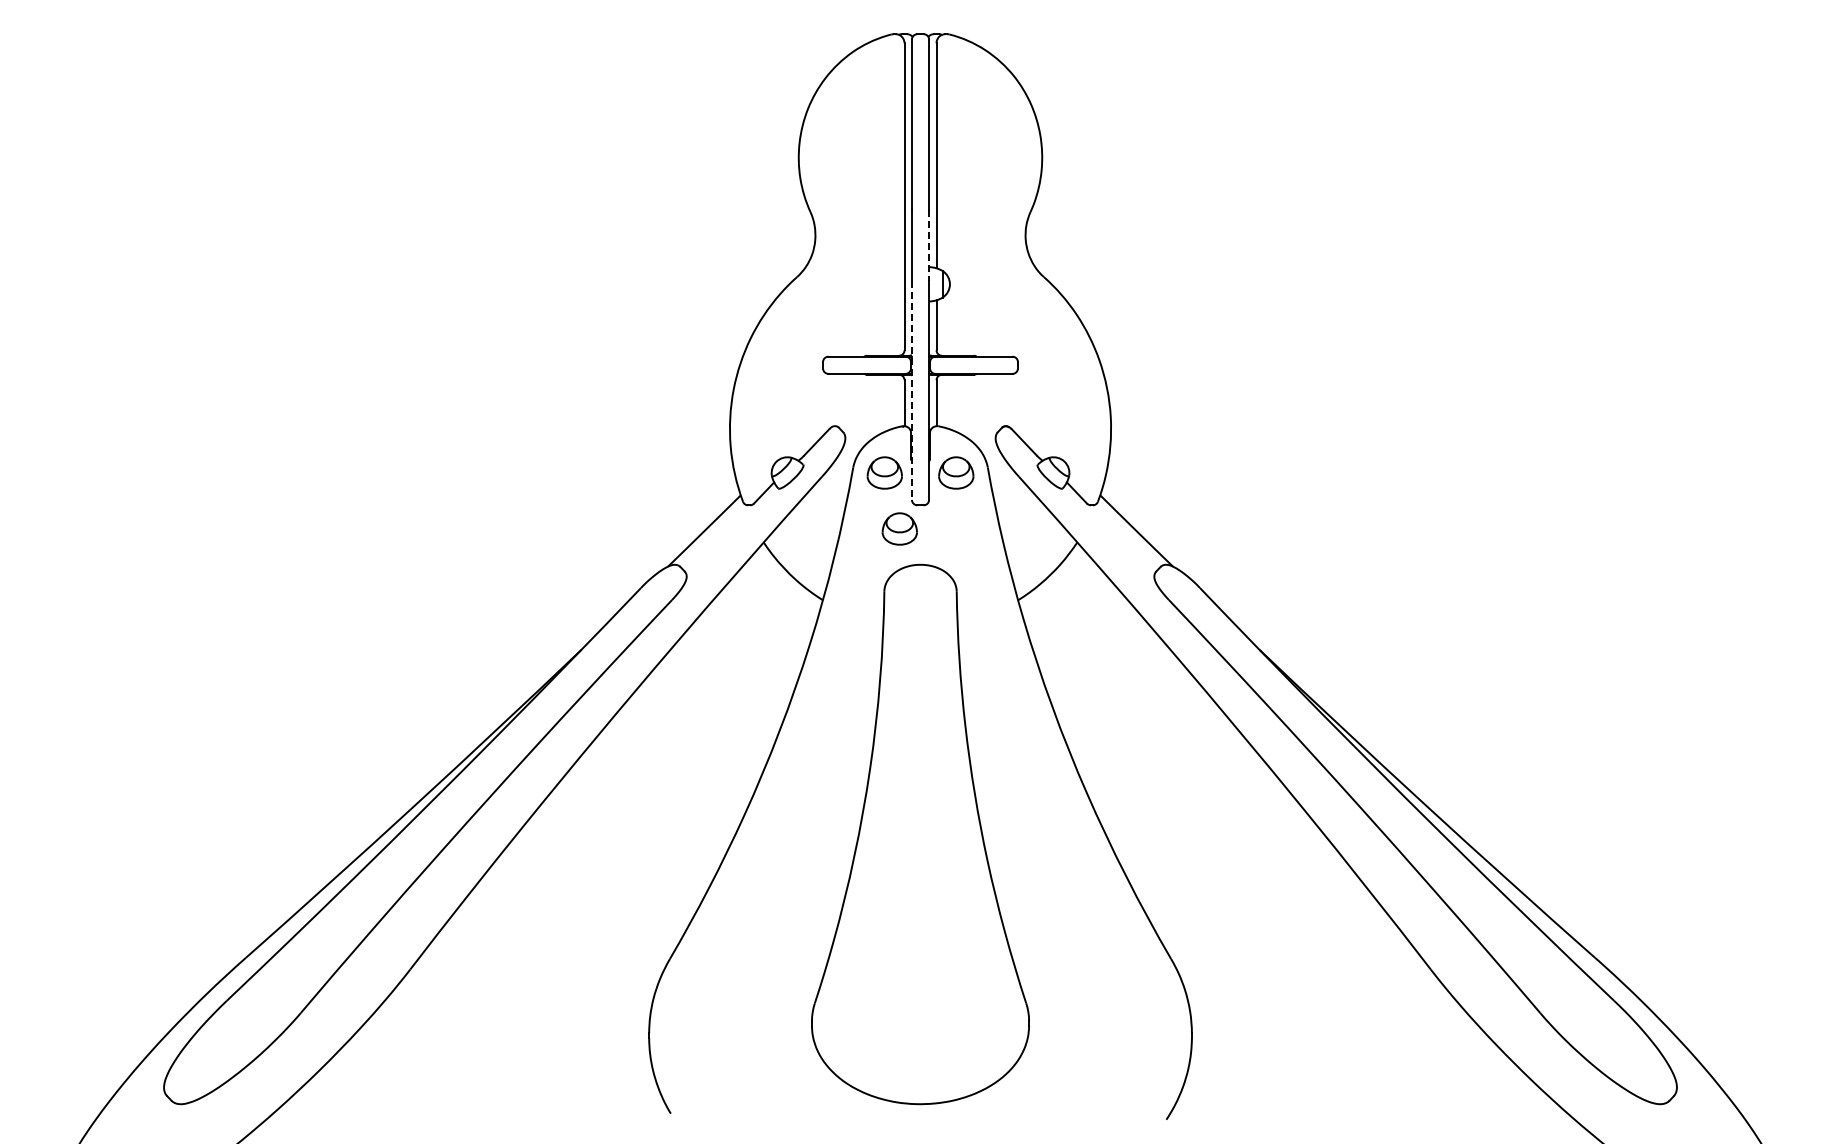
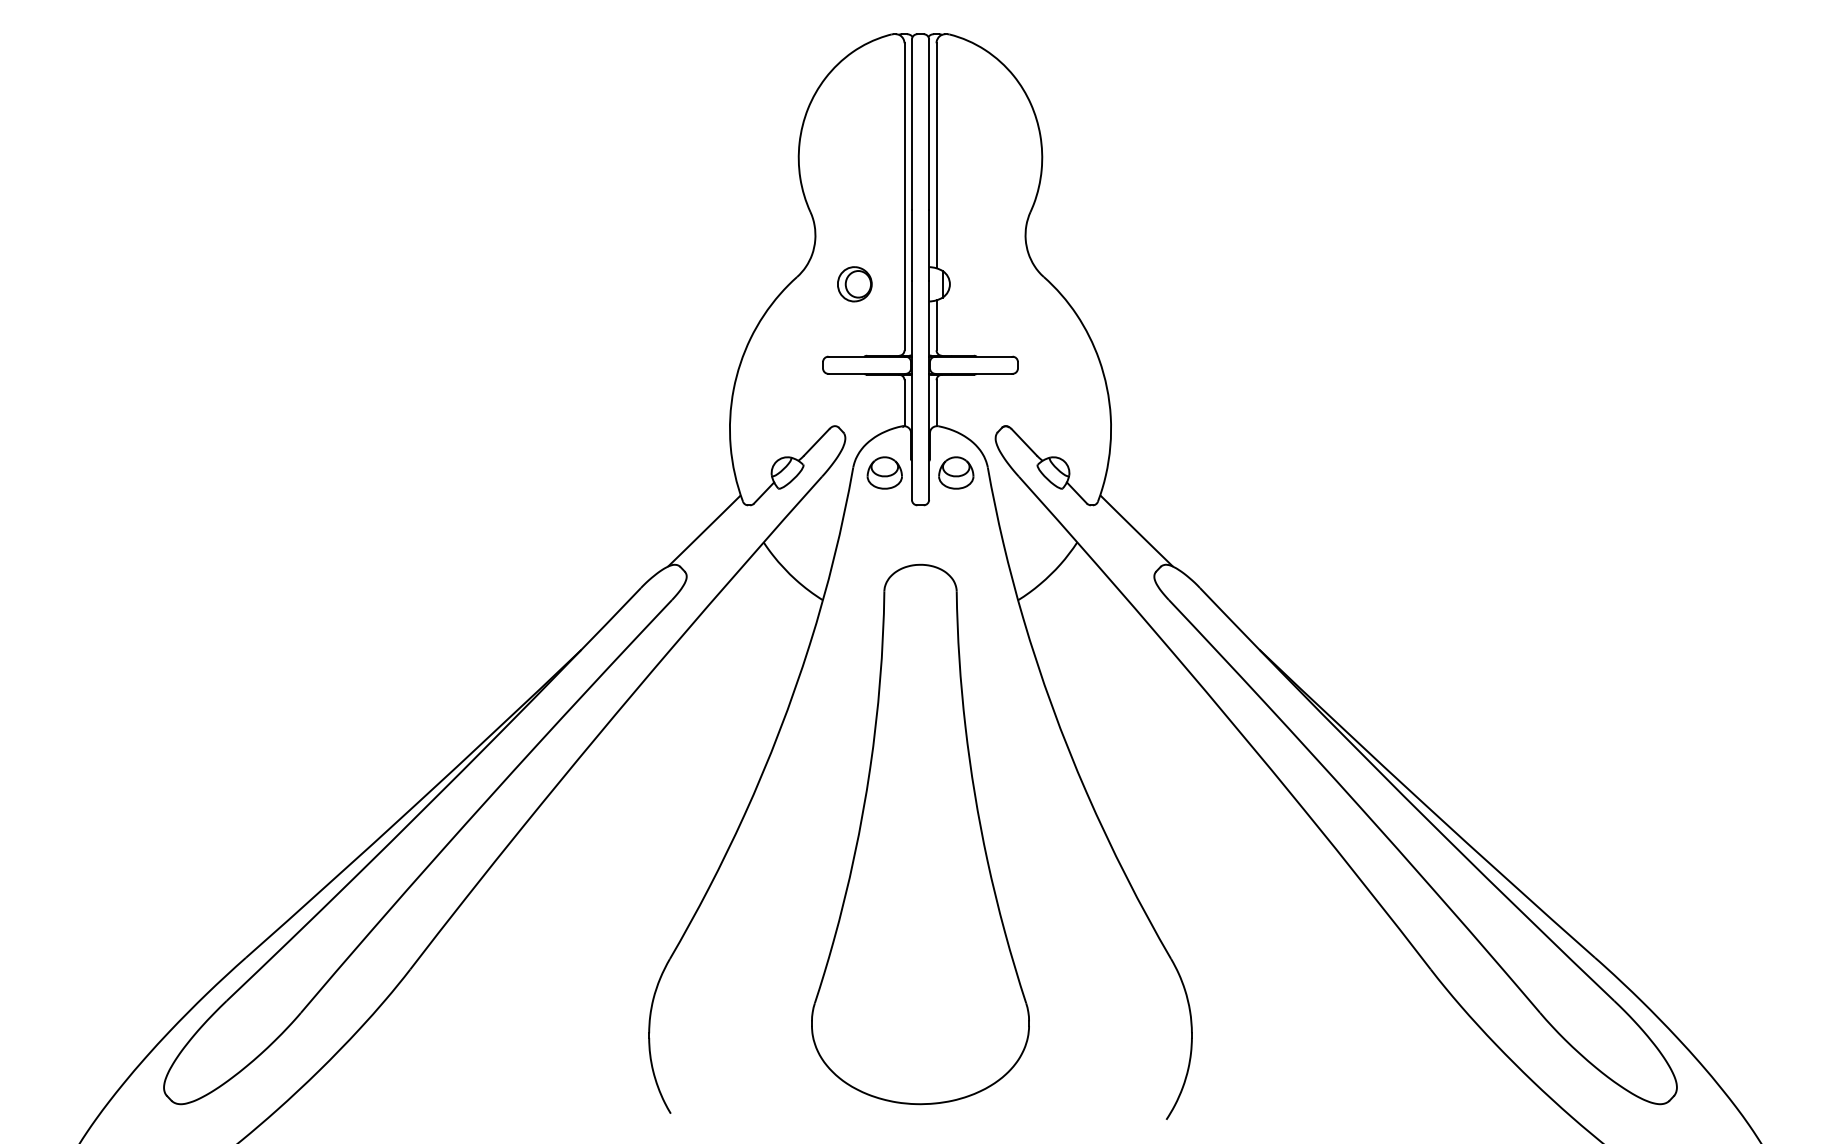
line at (929, 245): dashed -> solid
part at (854, 284): none -> present
line at (911, 390): dashed -> solid
part at (899, 528): present -> none
